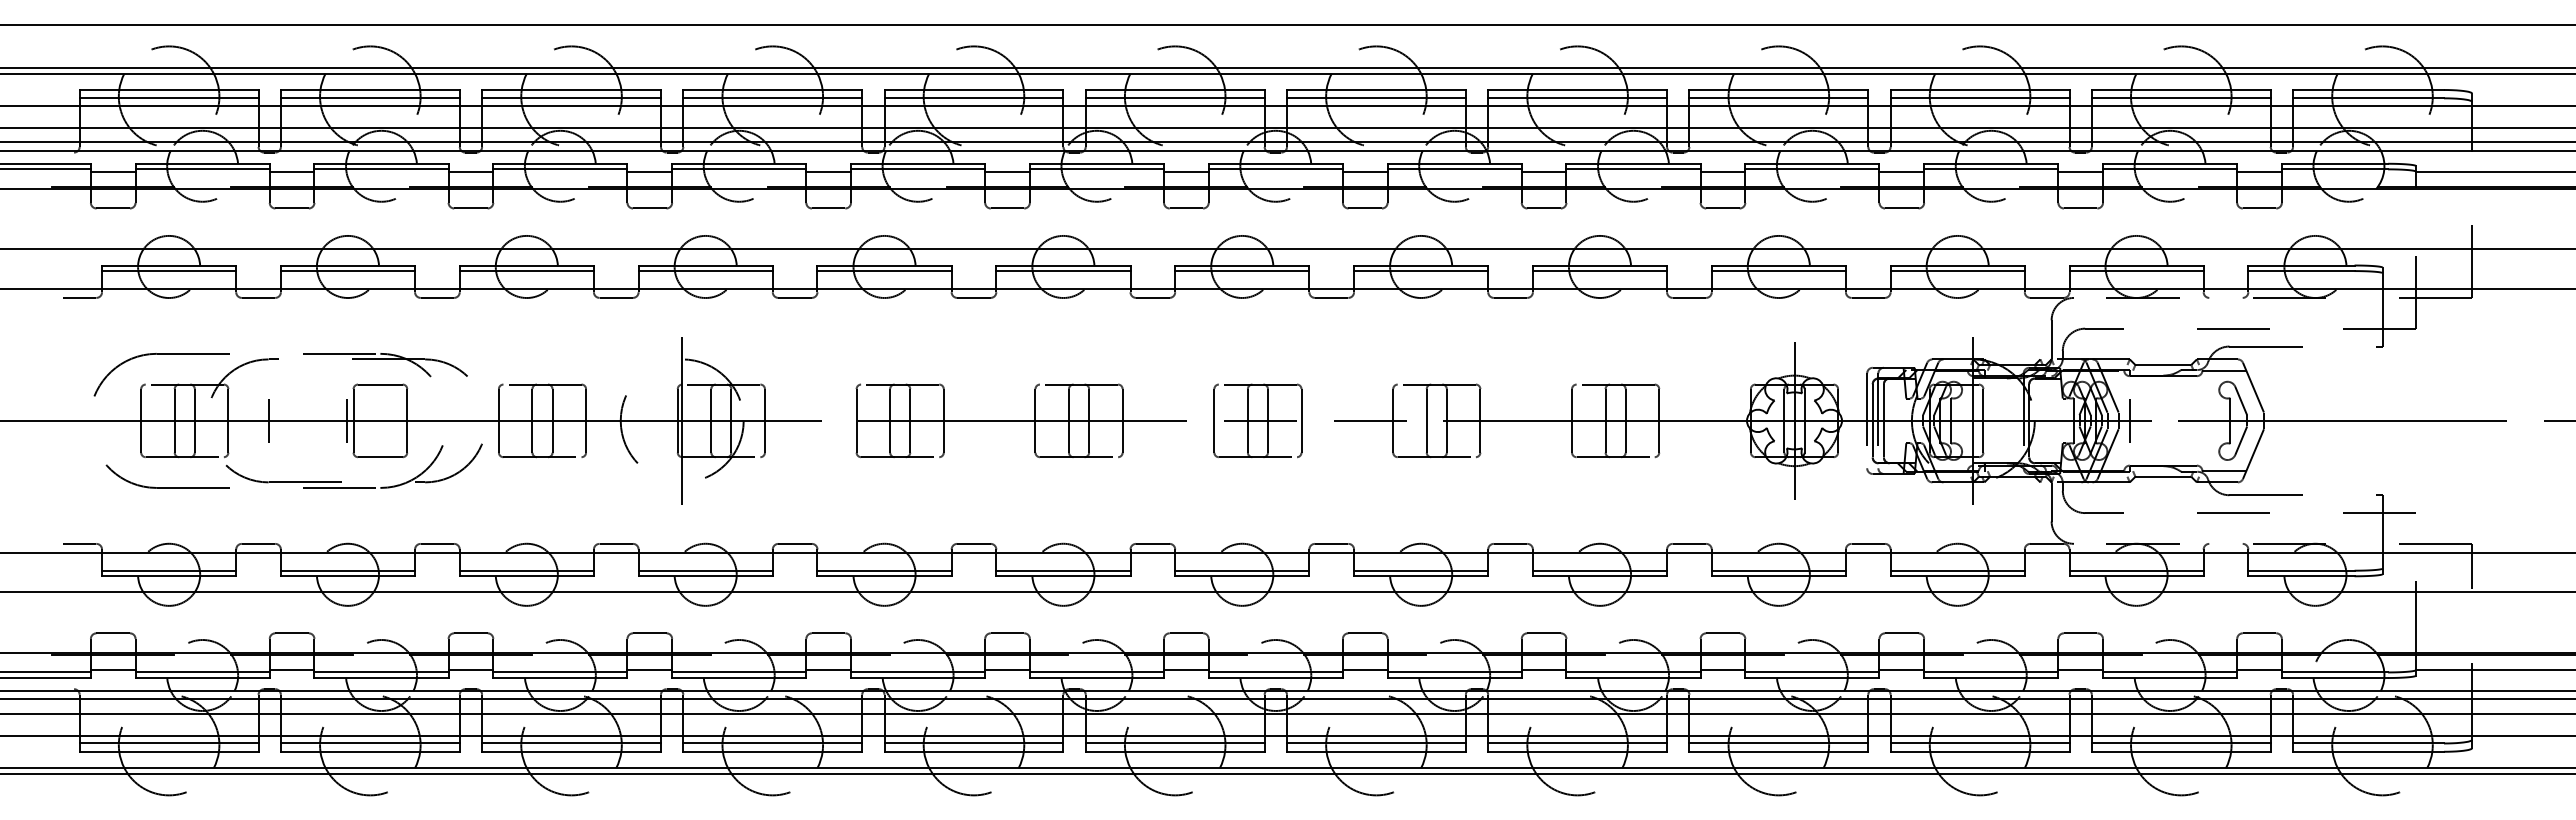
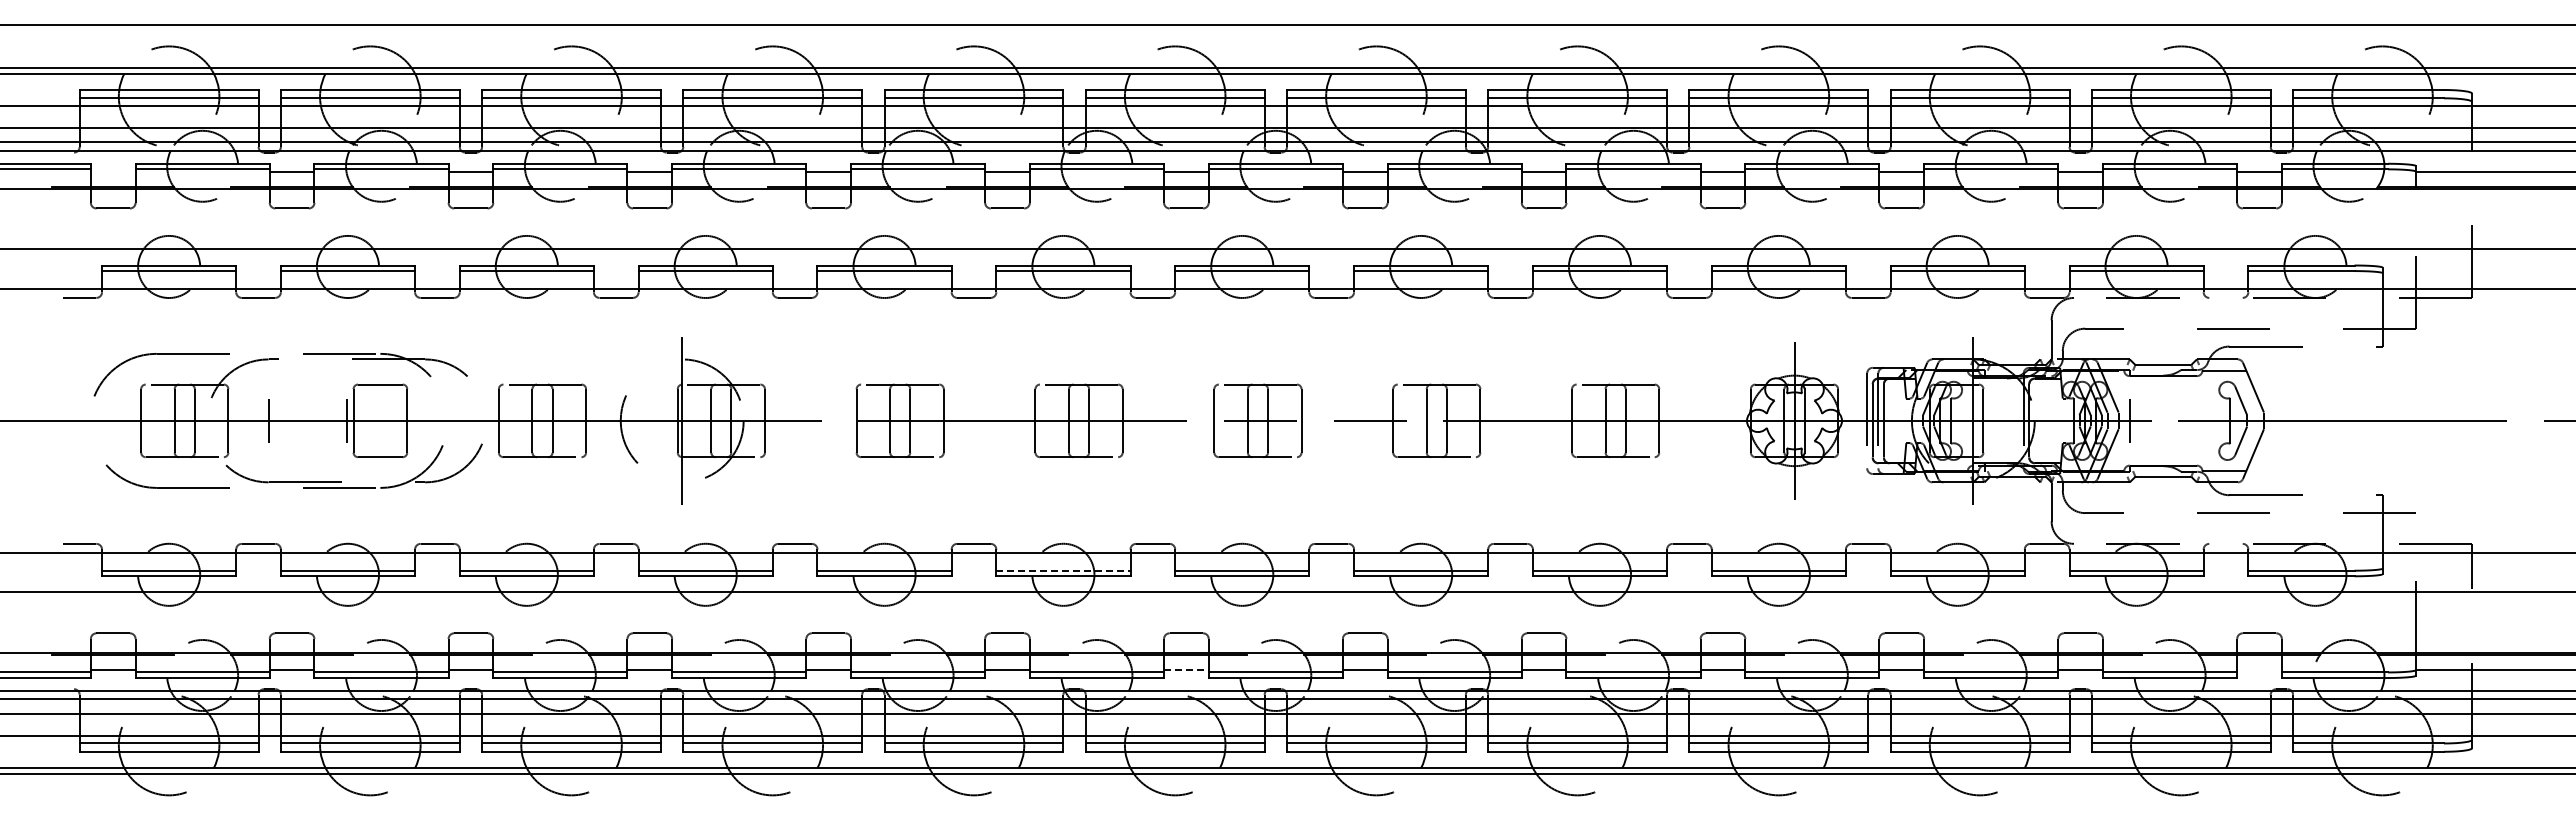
line at (112, 172): present -> none
line at (1063, 570): solid -> dashed
line at (1186, 669): solid -> dashed
line at (2259, 669): present -> none
